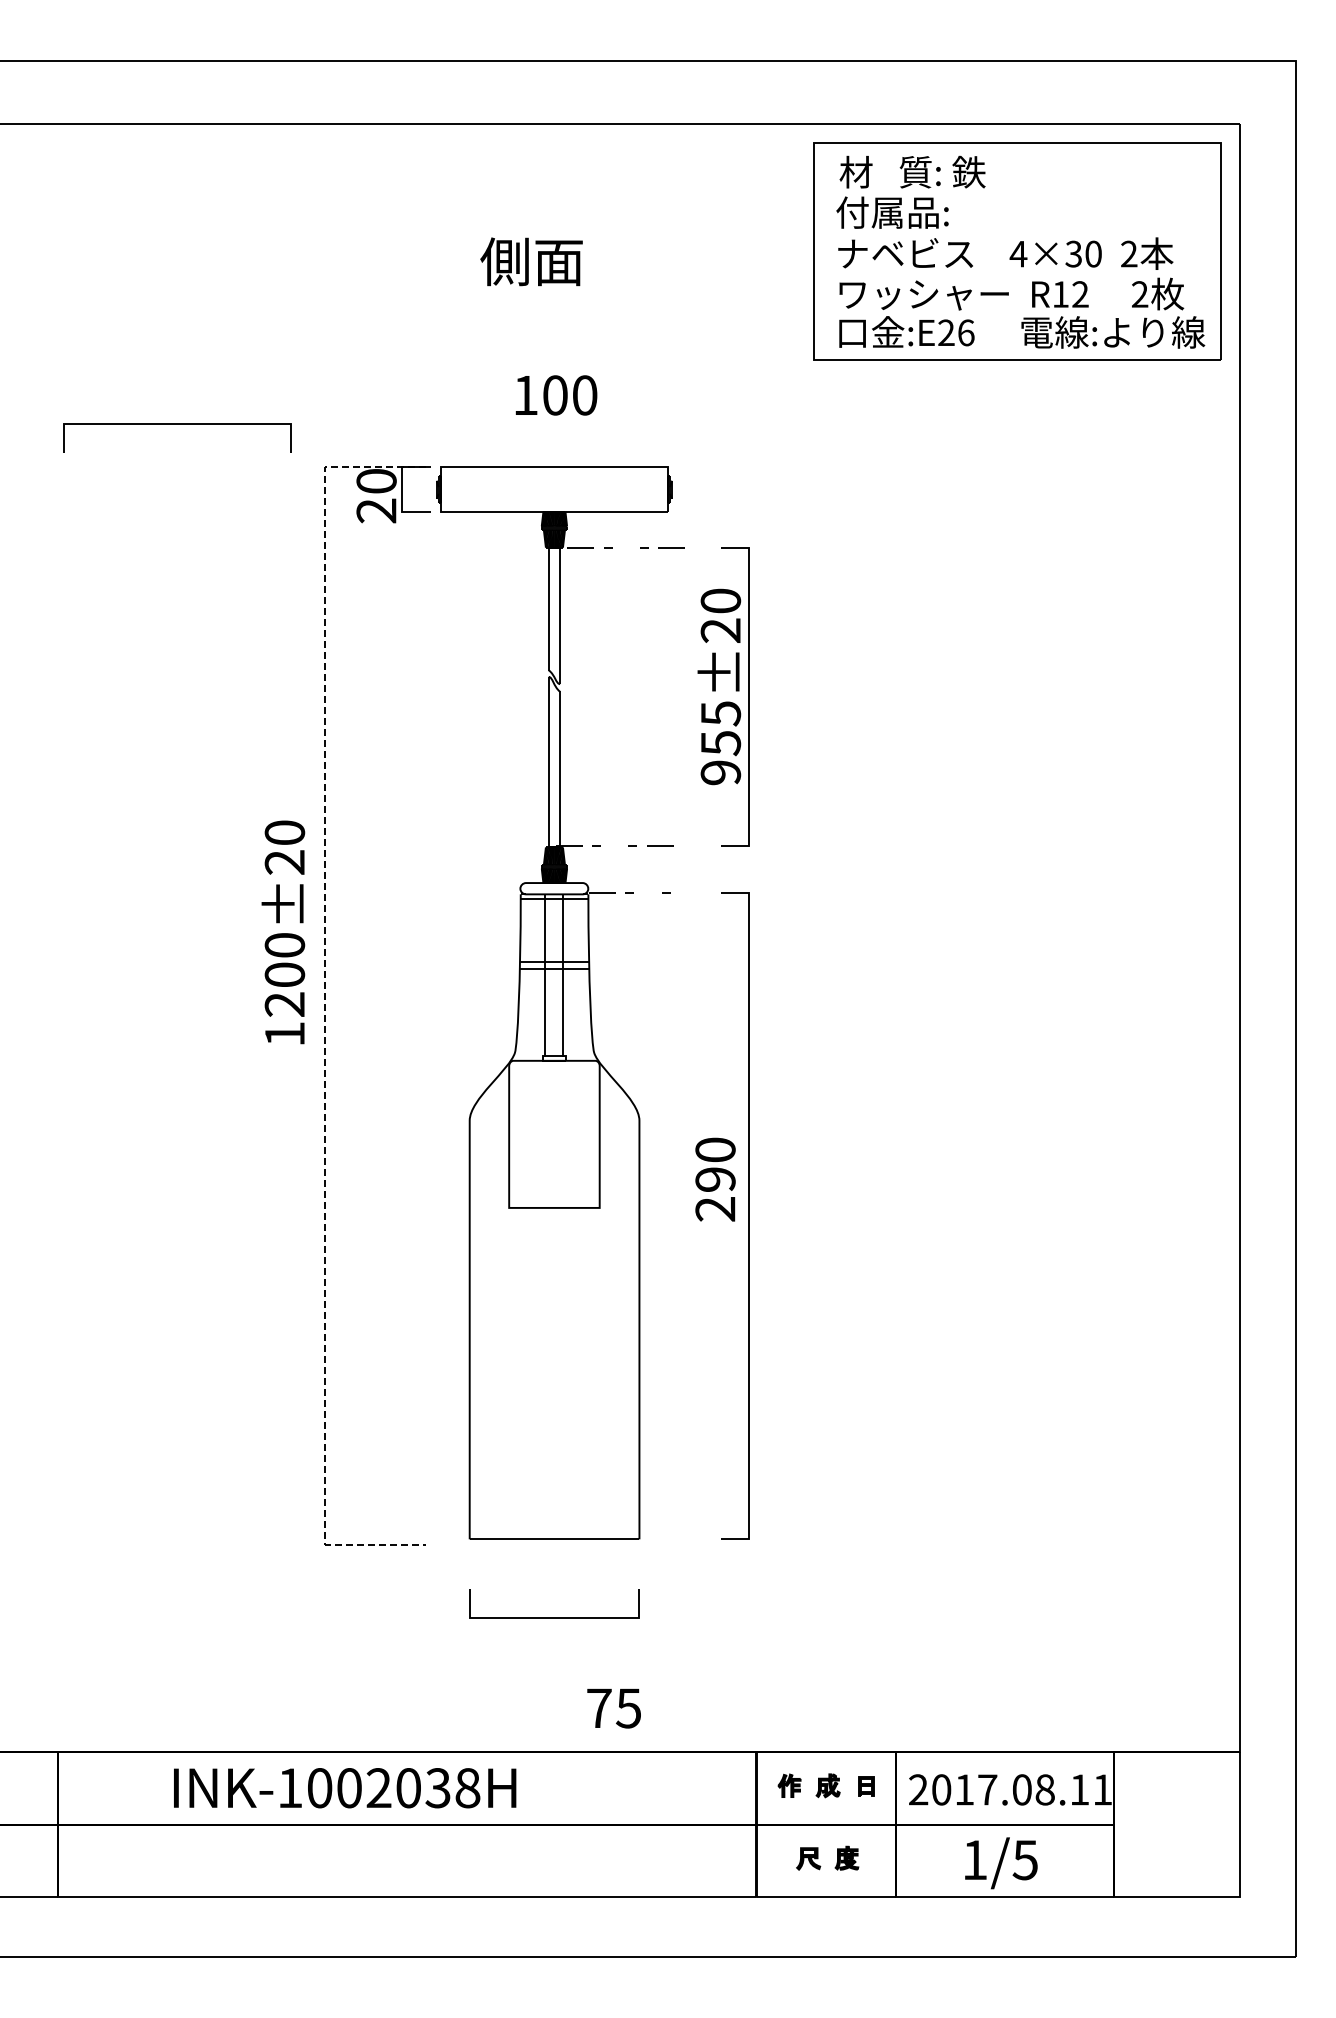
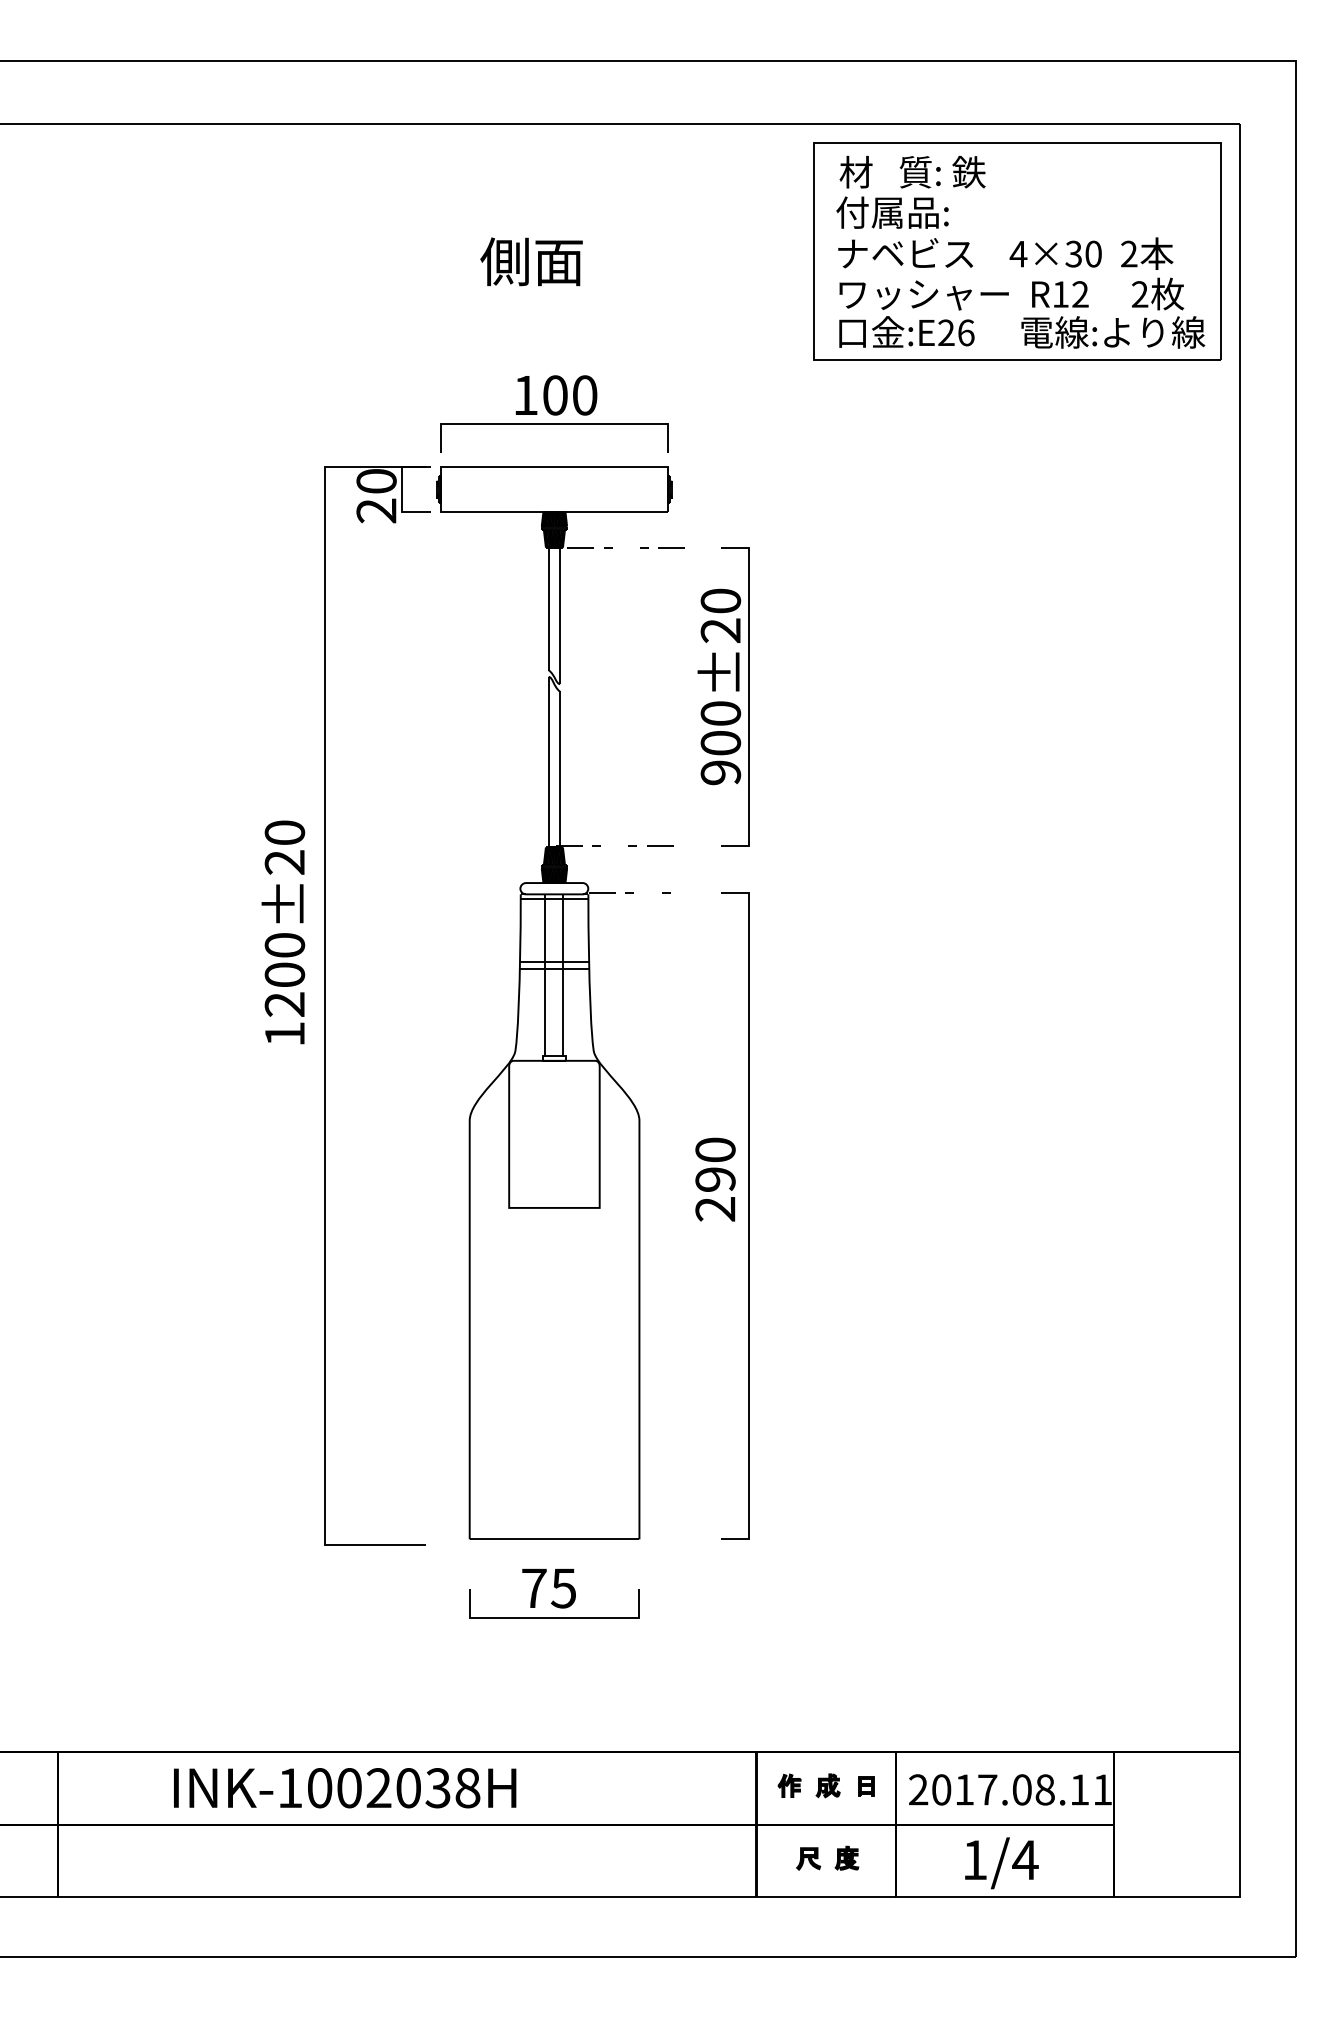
line at (177, 424) position: (177, 424) -> (554, 424)
text at (720, 728): 955±20 -> 900±20
line at (325, 1005): dashed -> solid
text at (613, 1708) position: (613, 1708) -> (548, 1588)
text at (1025, 1860): 1/5 -> 1/4
